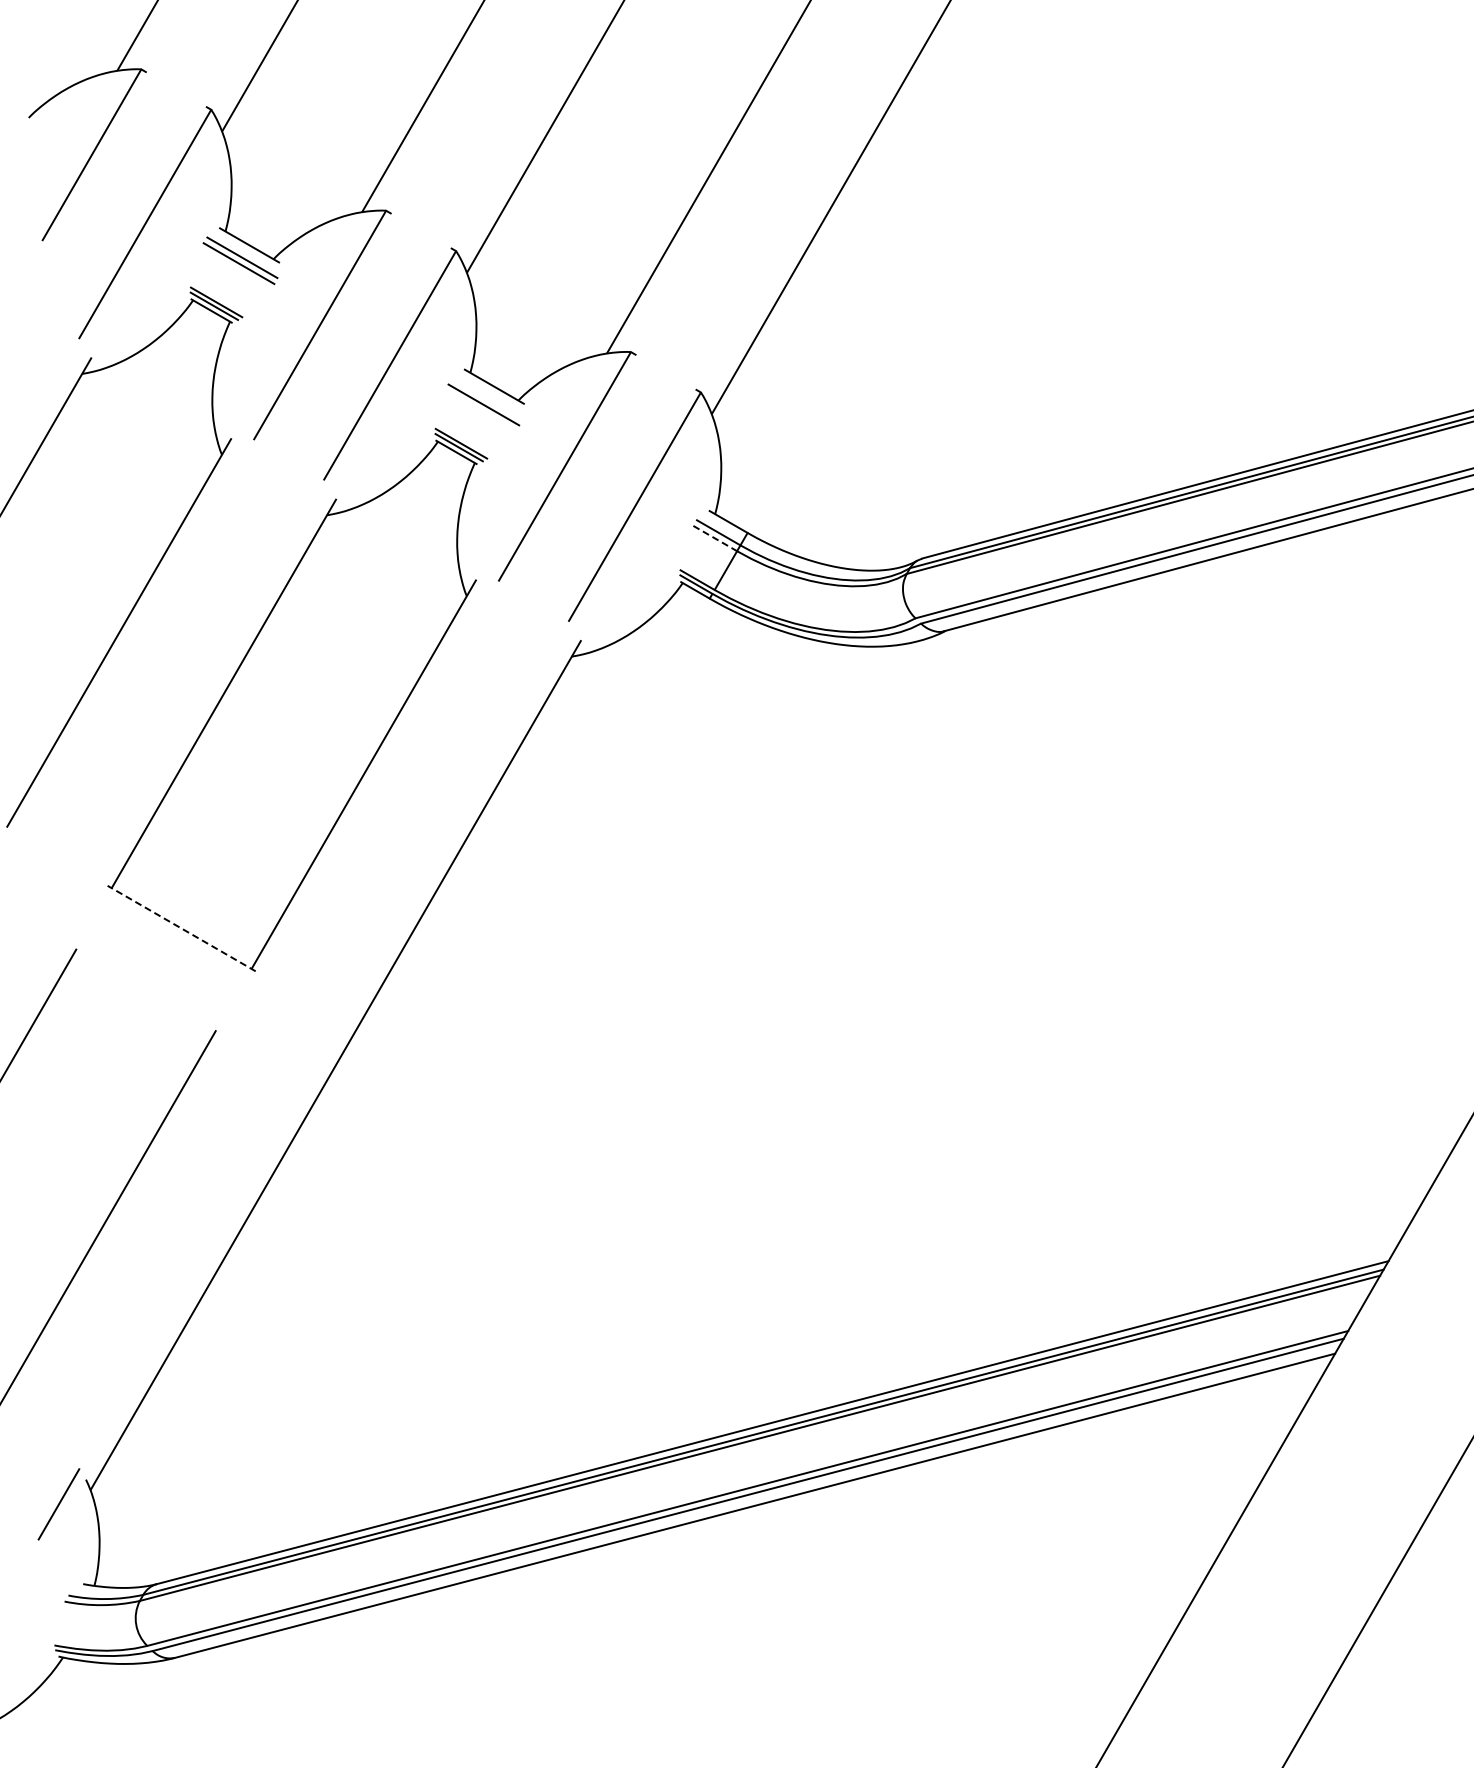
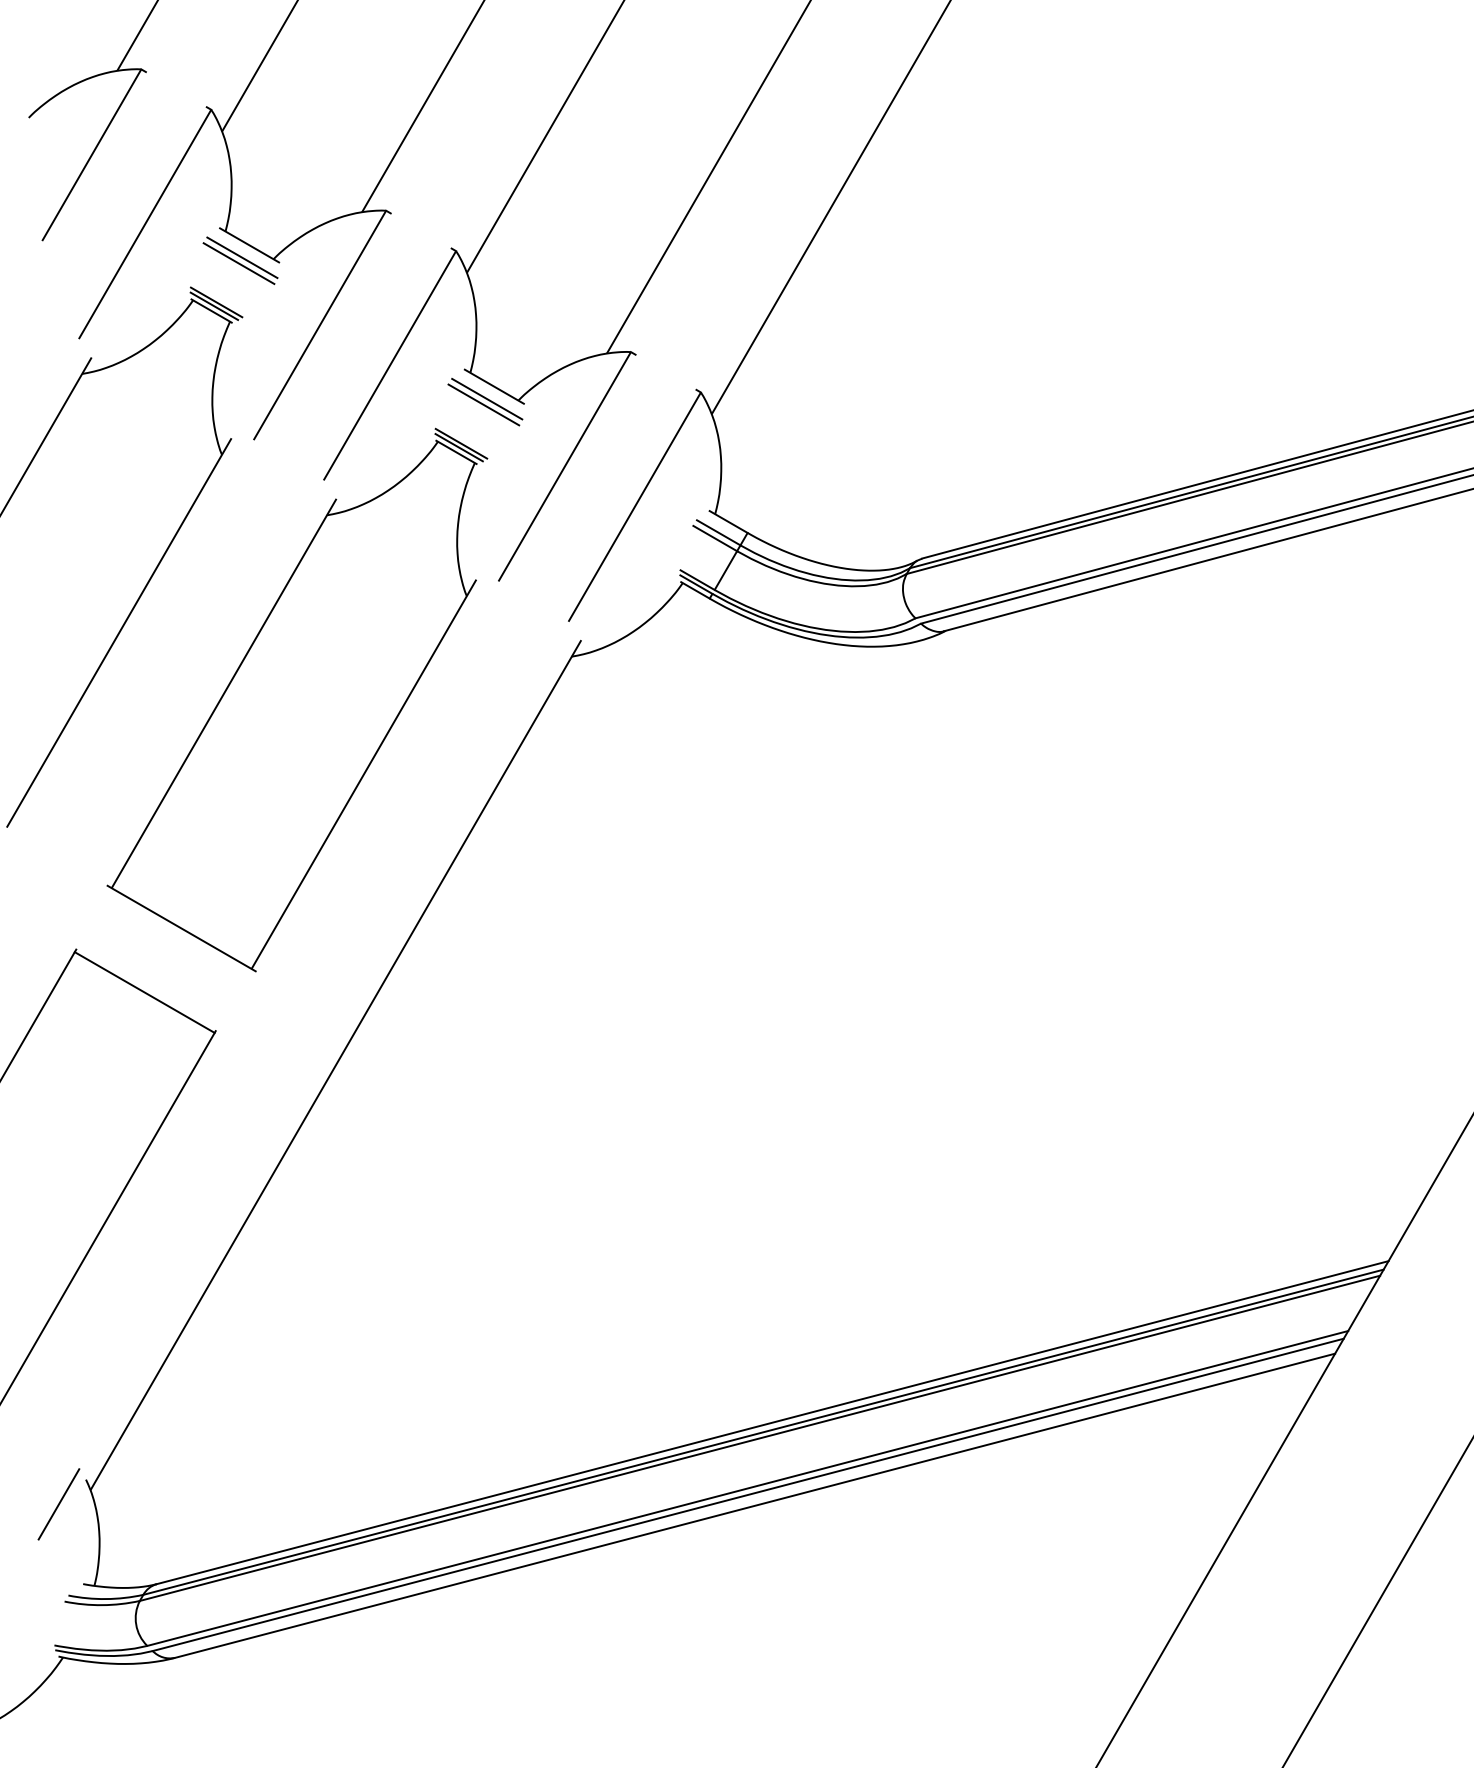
line at (487, 398): none -> present
line at (715, 538): dashed -> solid
line at (181, 928): dashed -> solid
line at (144, 992): none -> present
